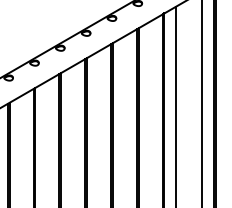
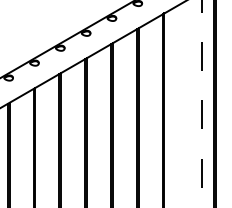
line at (202, 103): solid -> dashed
line at (176, 105): present -> none
